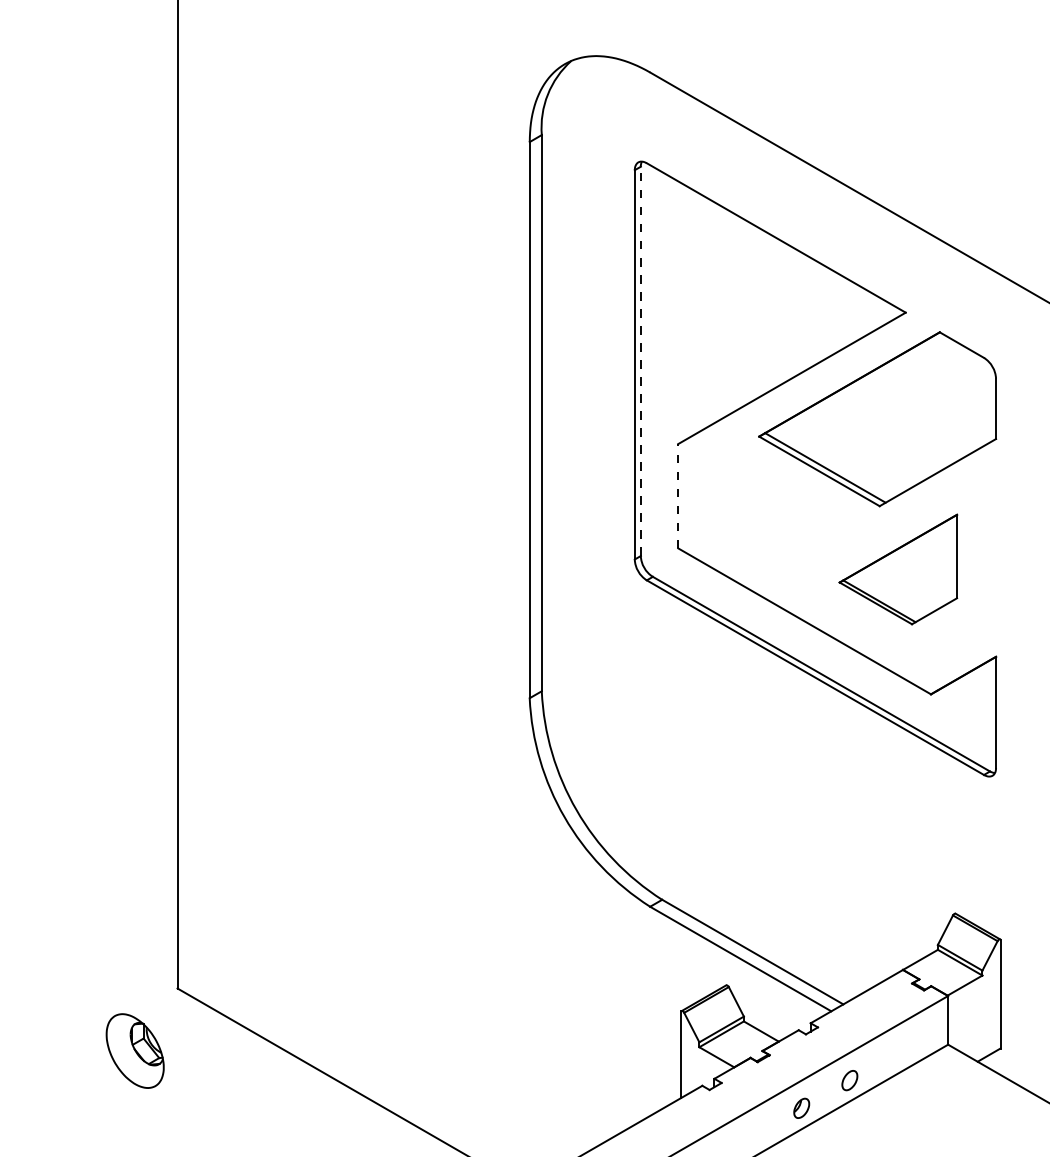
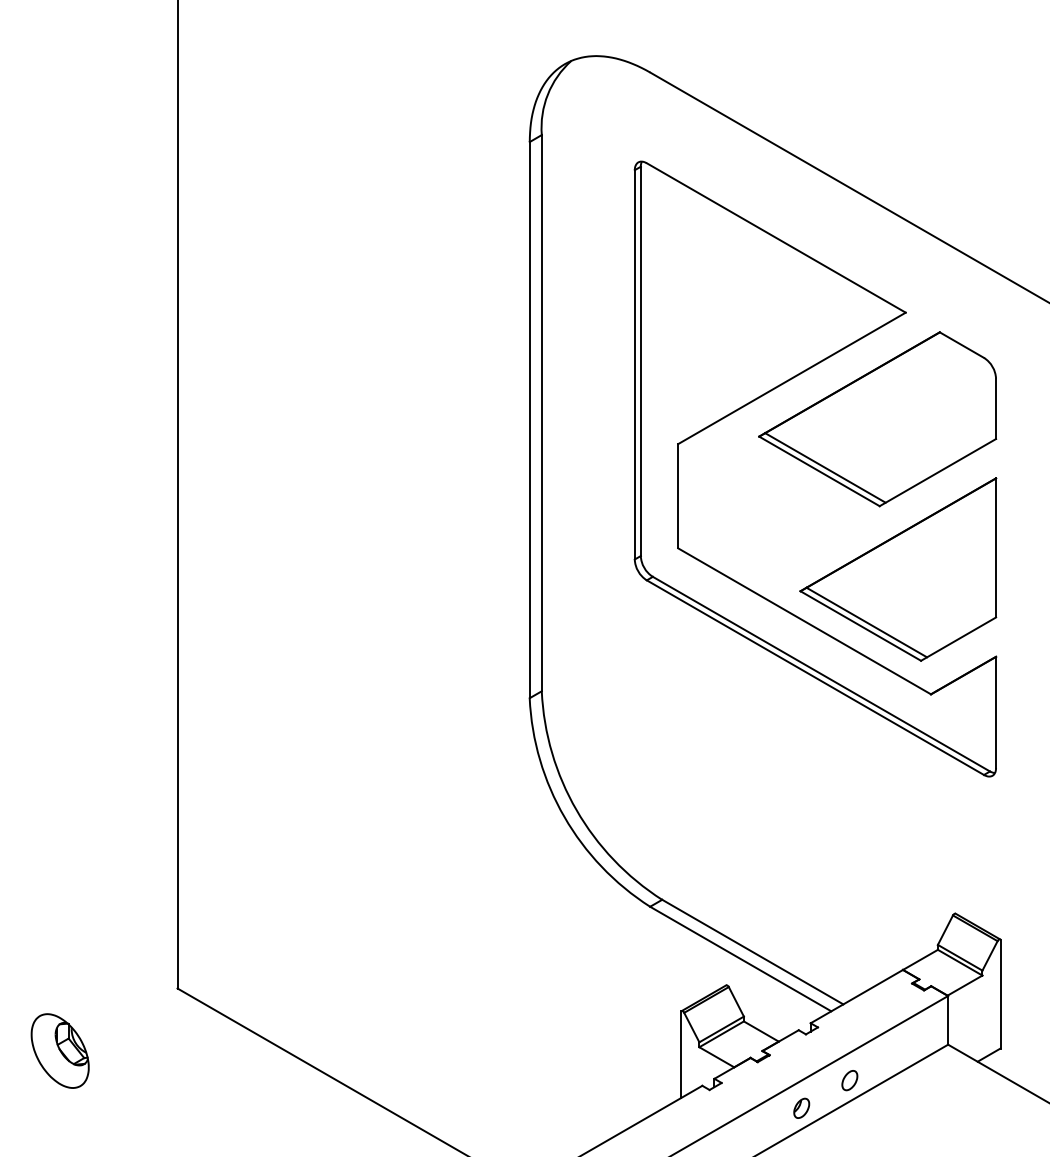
line at (640, 361): dashed -> solid
line at (678, 495): dashed -> solid
part at (898, 569) size: 121x113 px -> 199x185 px
part at (134, 1050) position: (134, 1050) -> (59, 1050)
